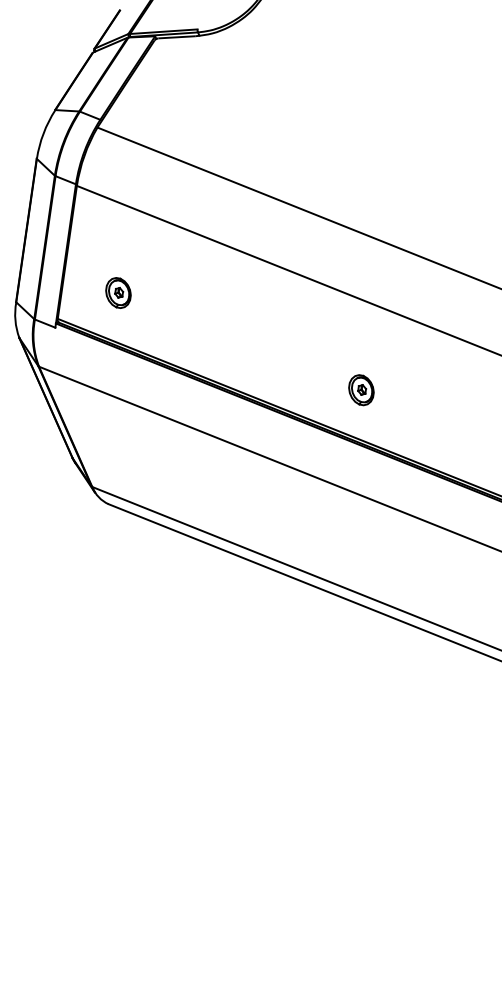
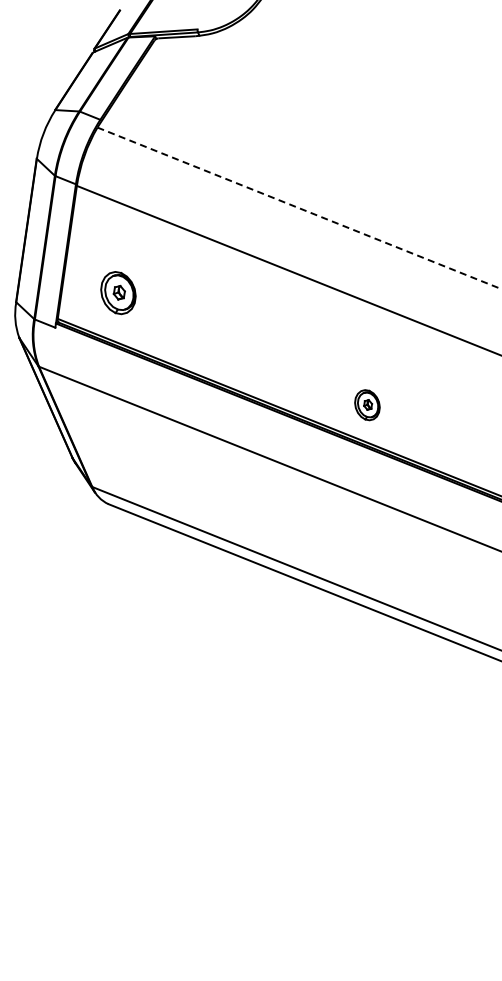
line at (299, 208): solid -> dashed
part at (118, 292) size: 27x32 px -> 37x45 px
part at (361, 390) position: (361, 390) -> (367, 405)
